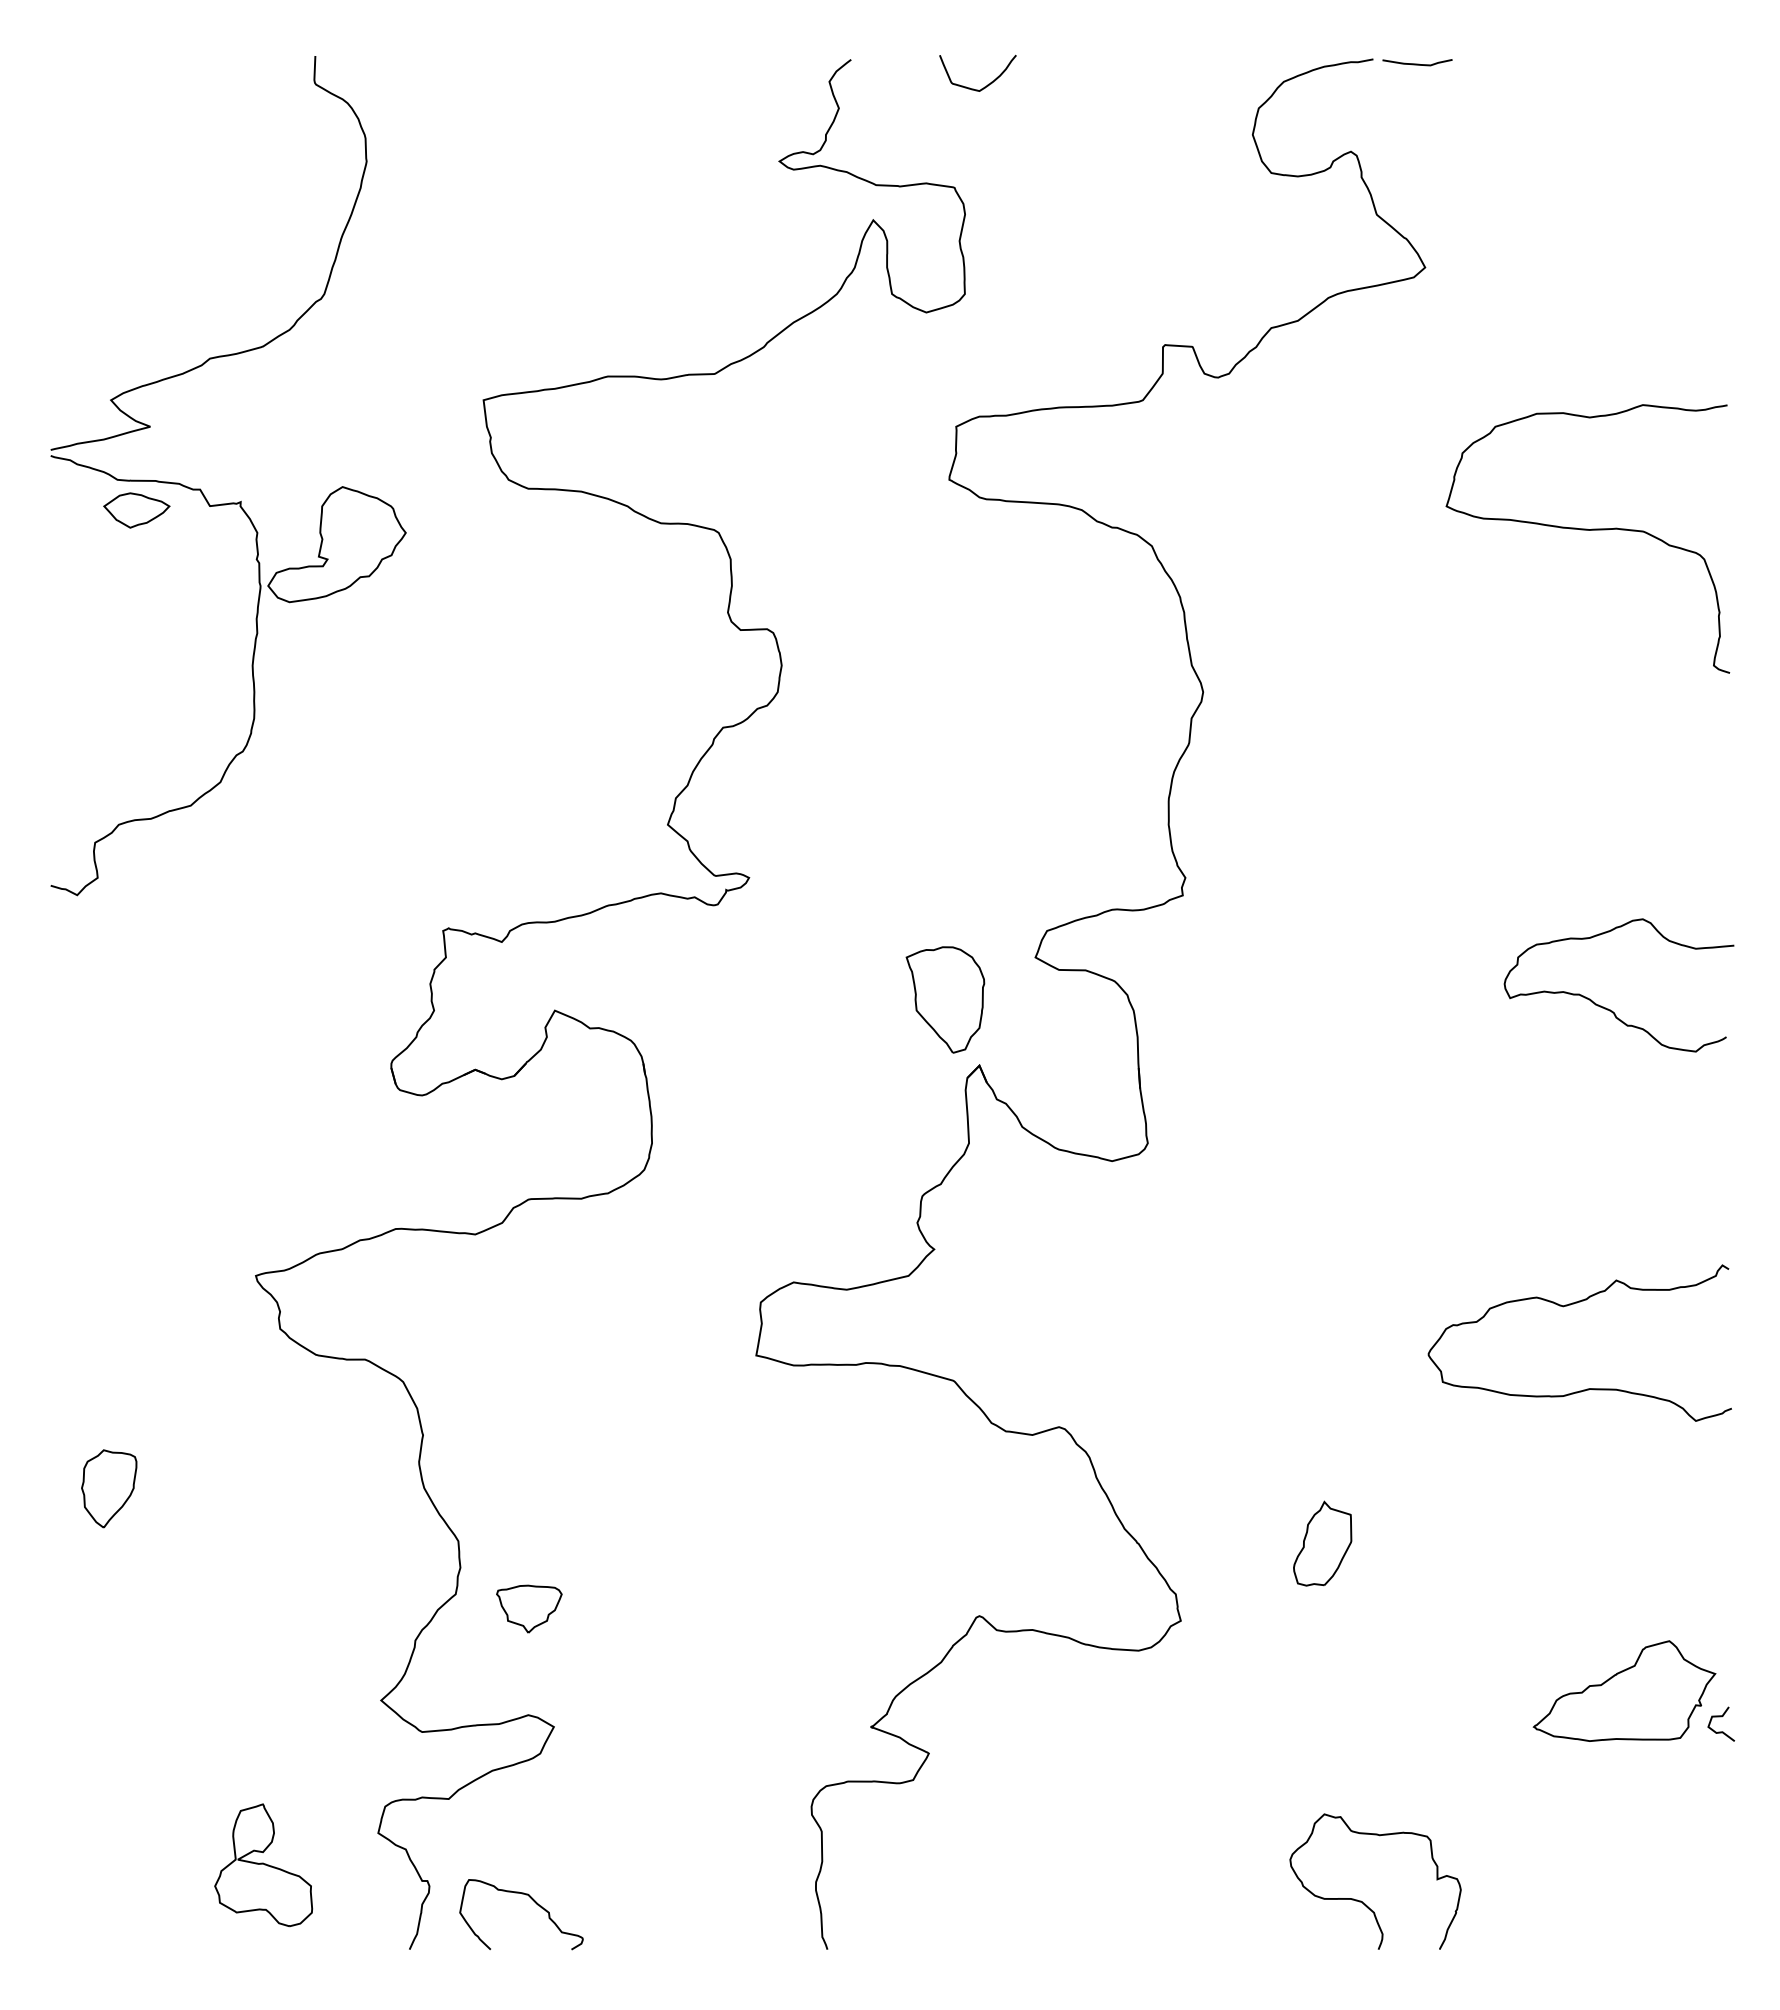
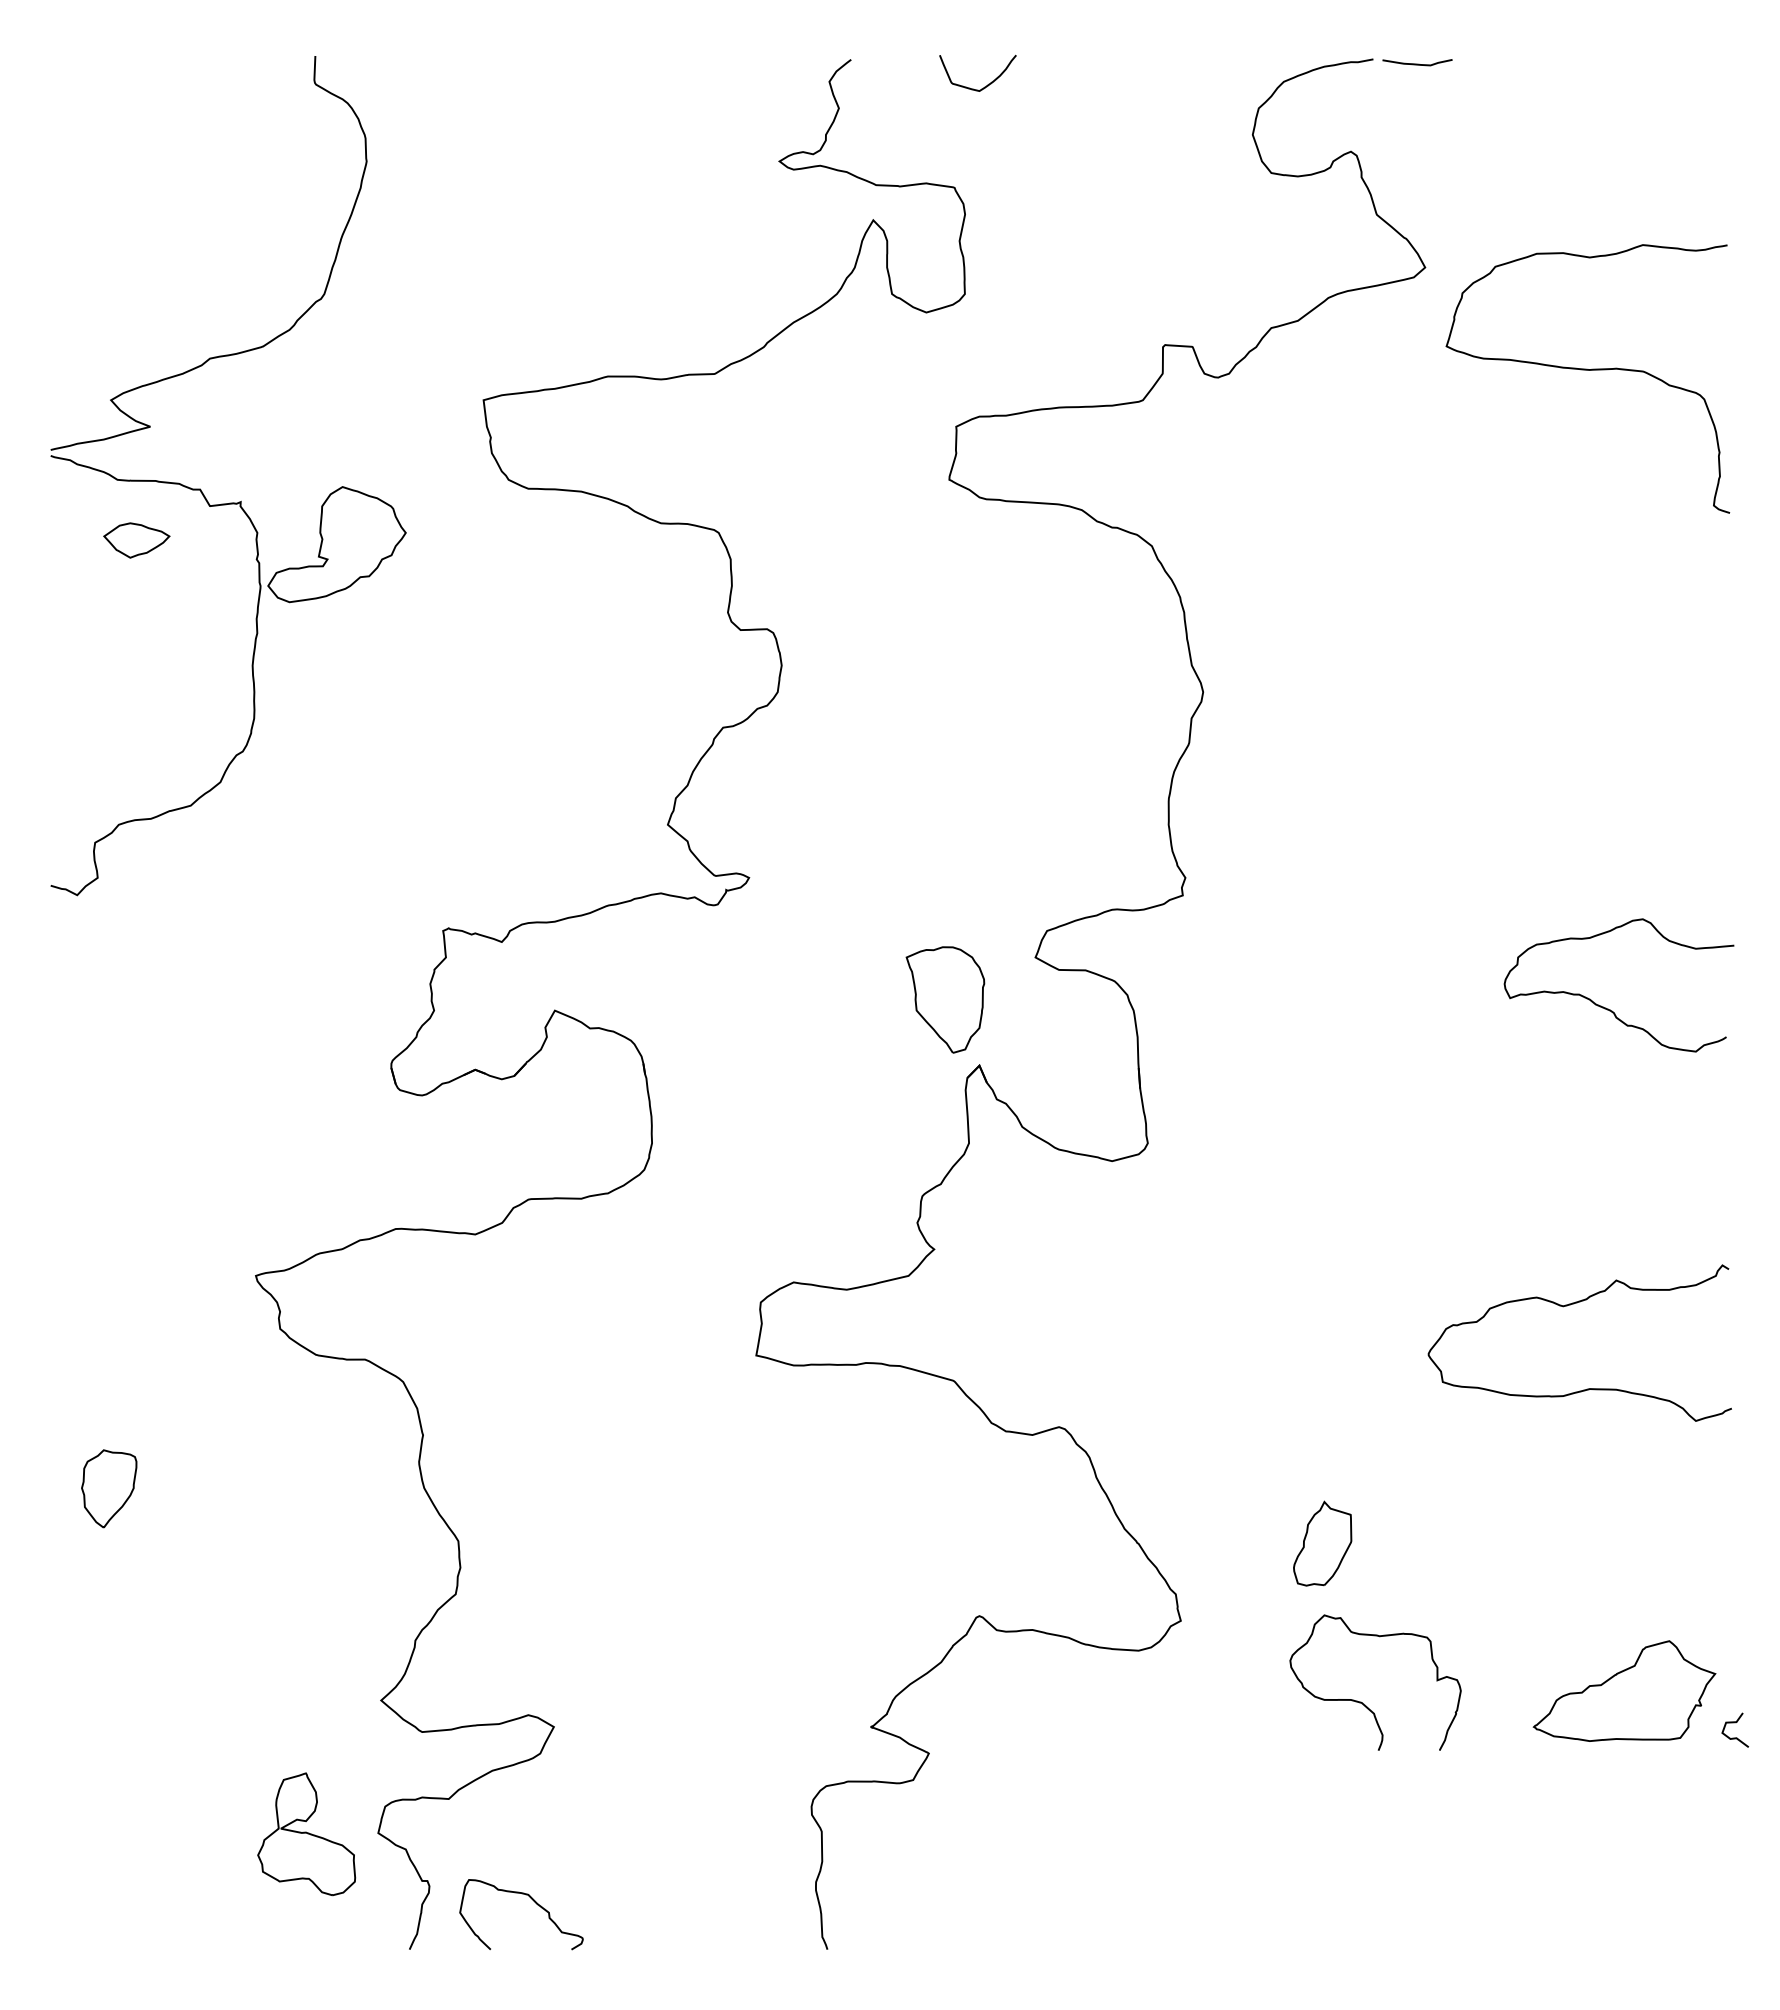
part at (136, 510) position: (136, 510) -> (136, 540)
curve at (1587, 530) position: (1587, 530) -> (1587, 370)
part at (529, 1608): present -> none
curve at (1720, 1717) position: (1720, 1717) -> (1734, 1723)
part at (263, 1865) position: (263, 1865) -> (306, 1834)
curve at (1361, 1900) position: (1361, 1900) -> (1361, 1701)
